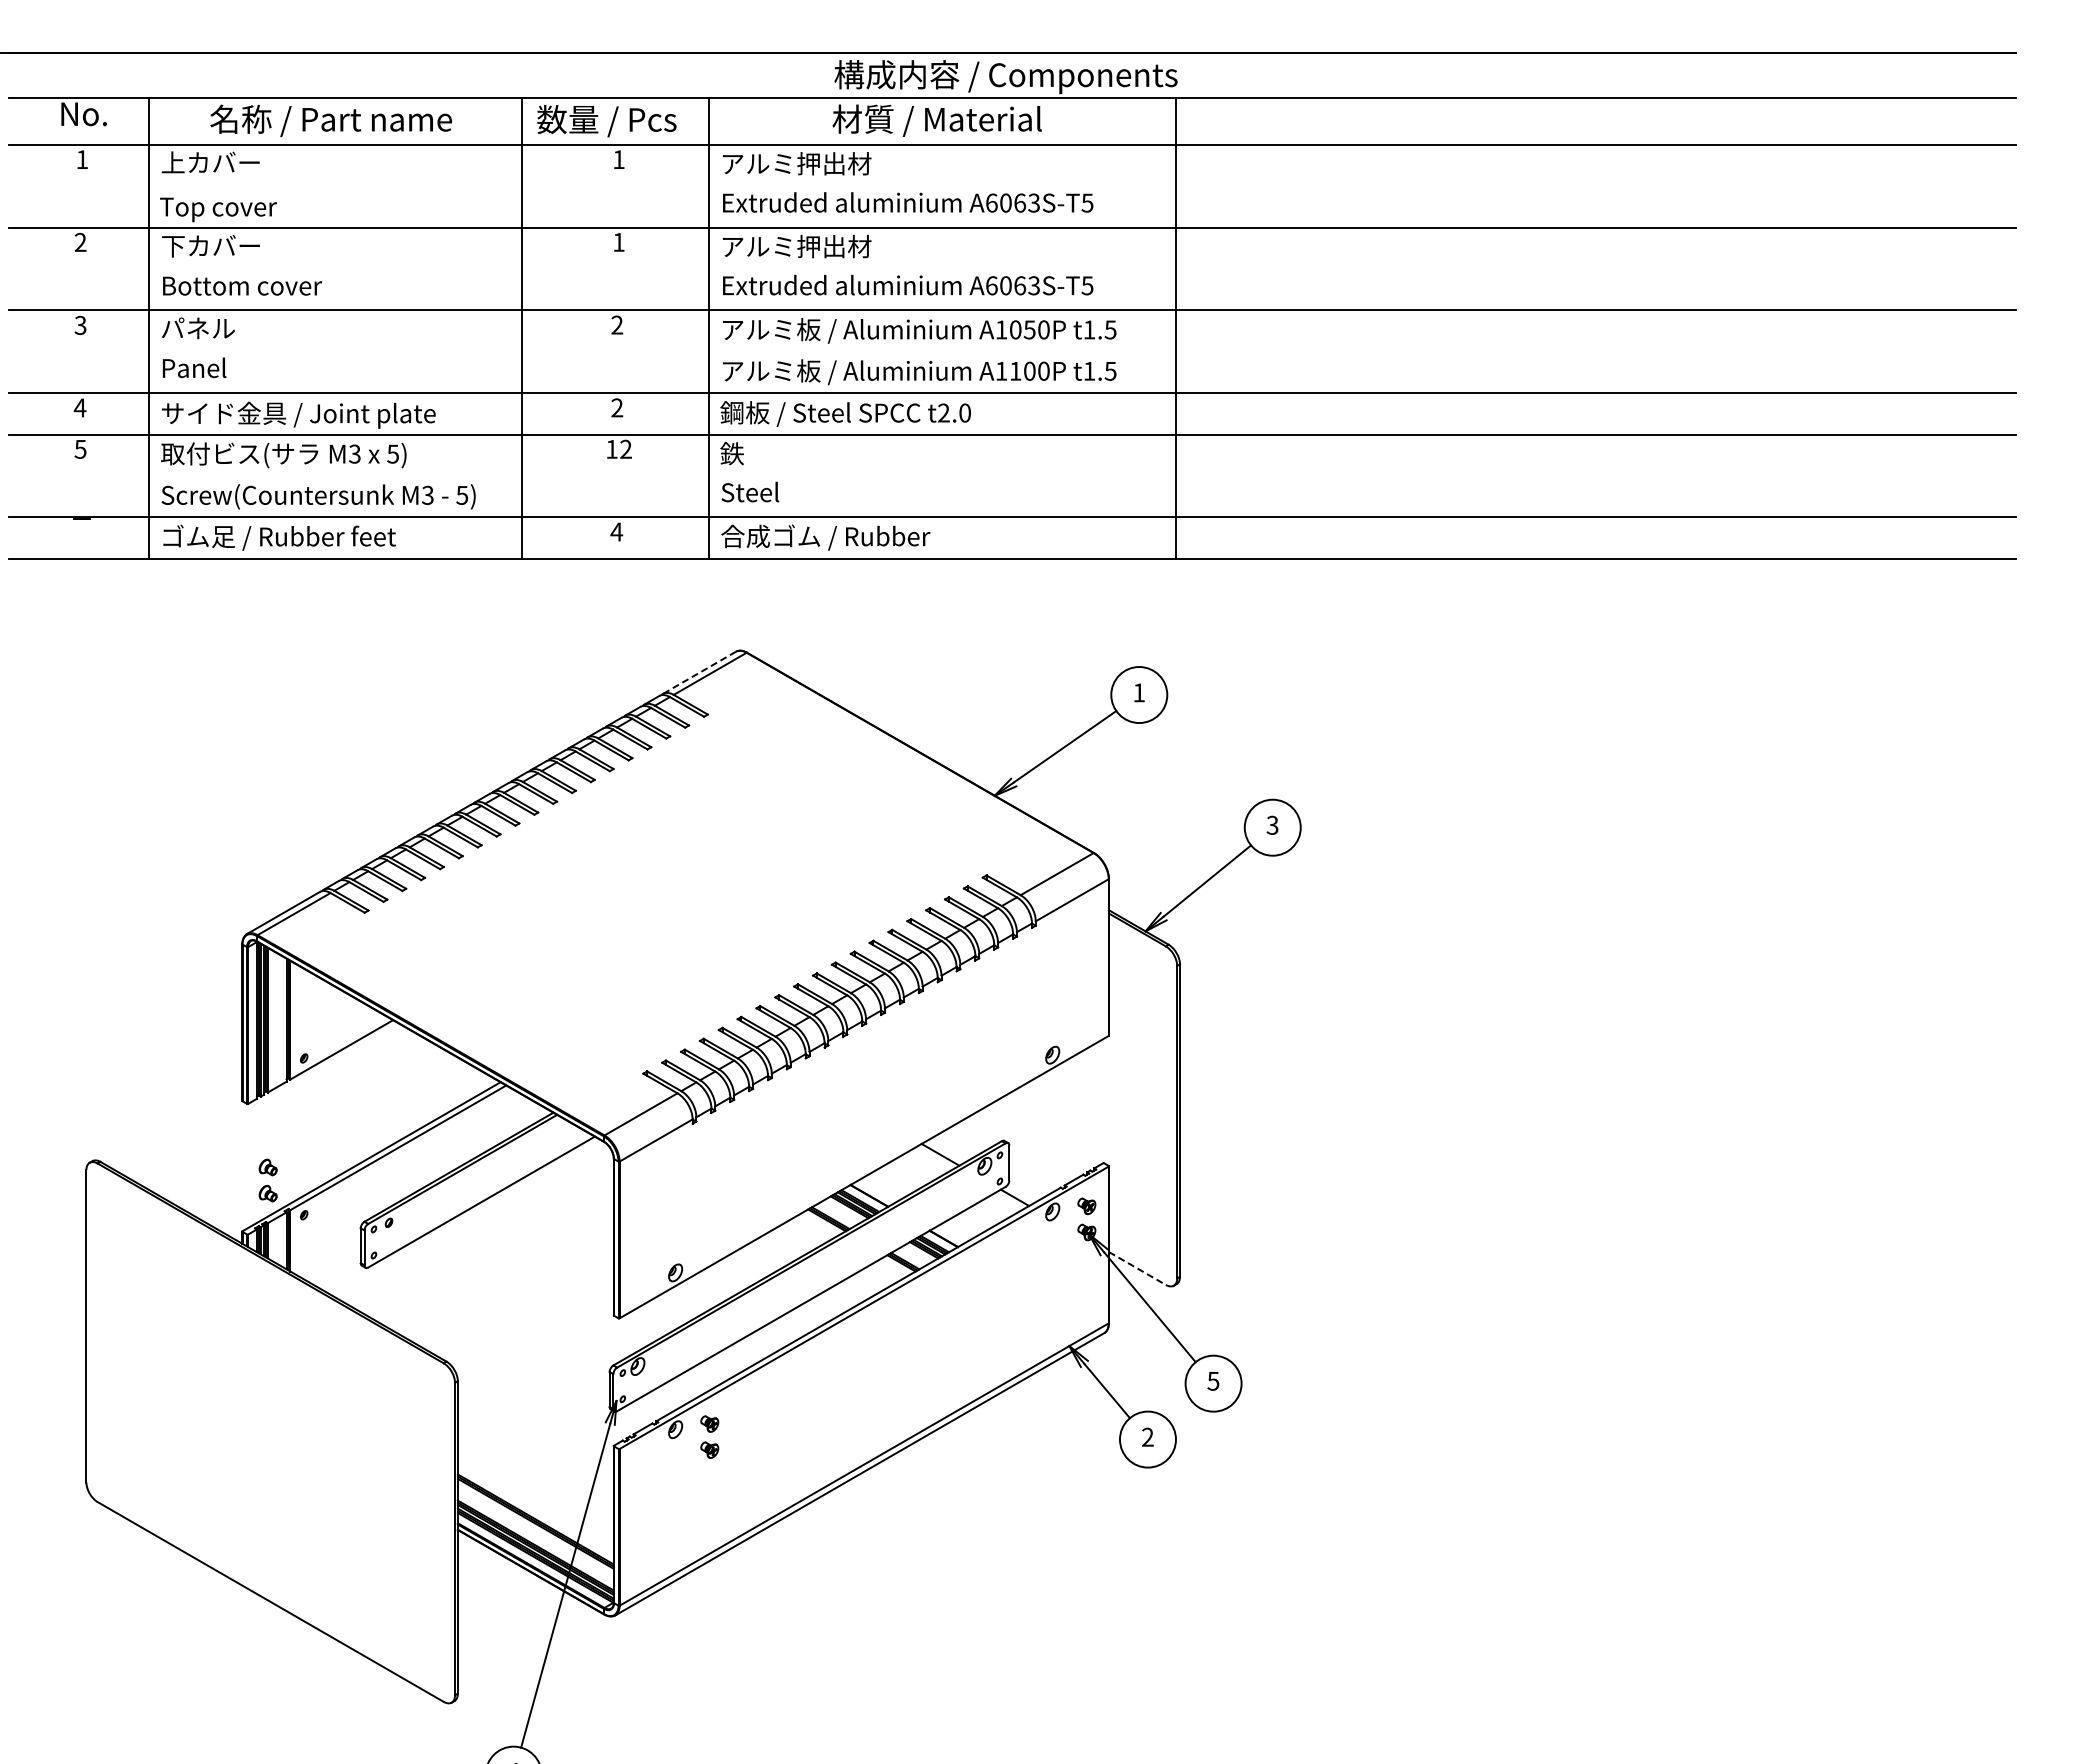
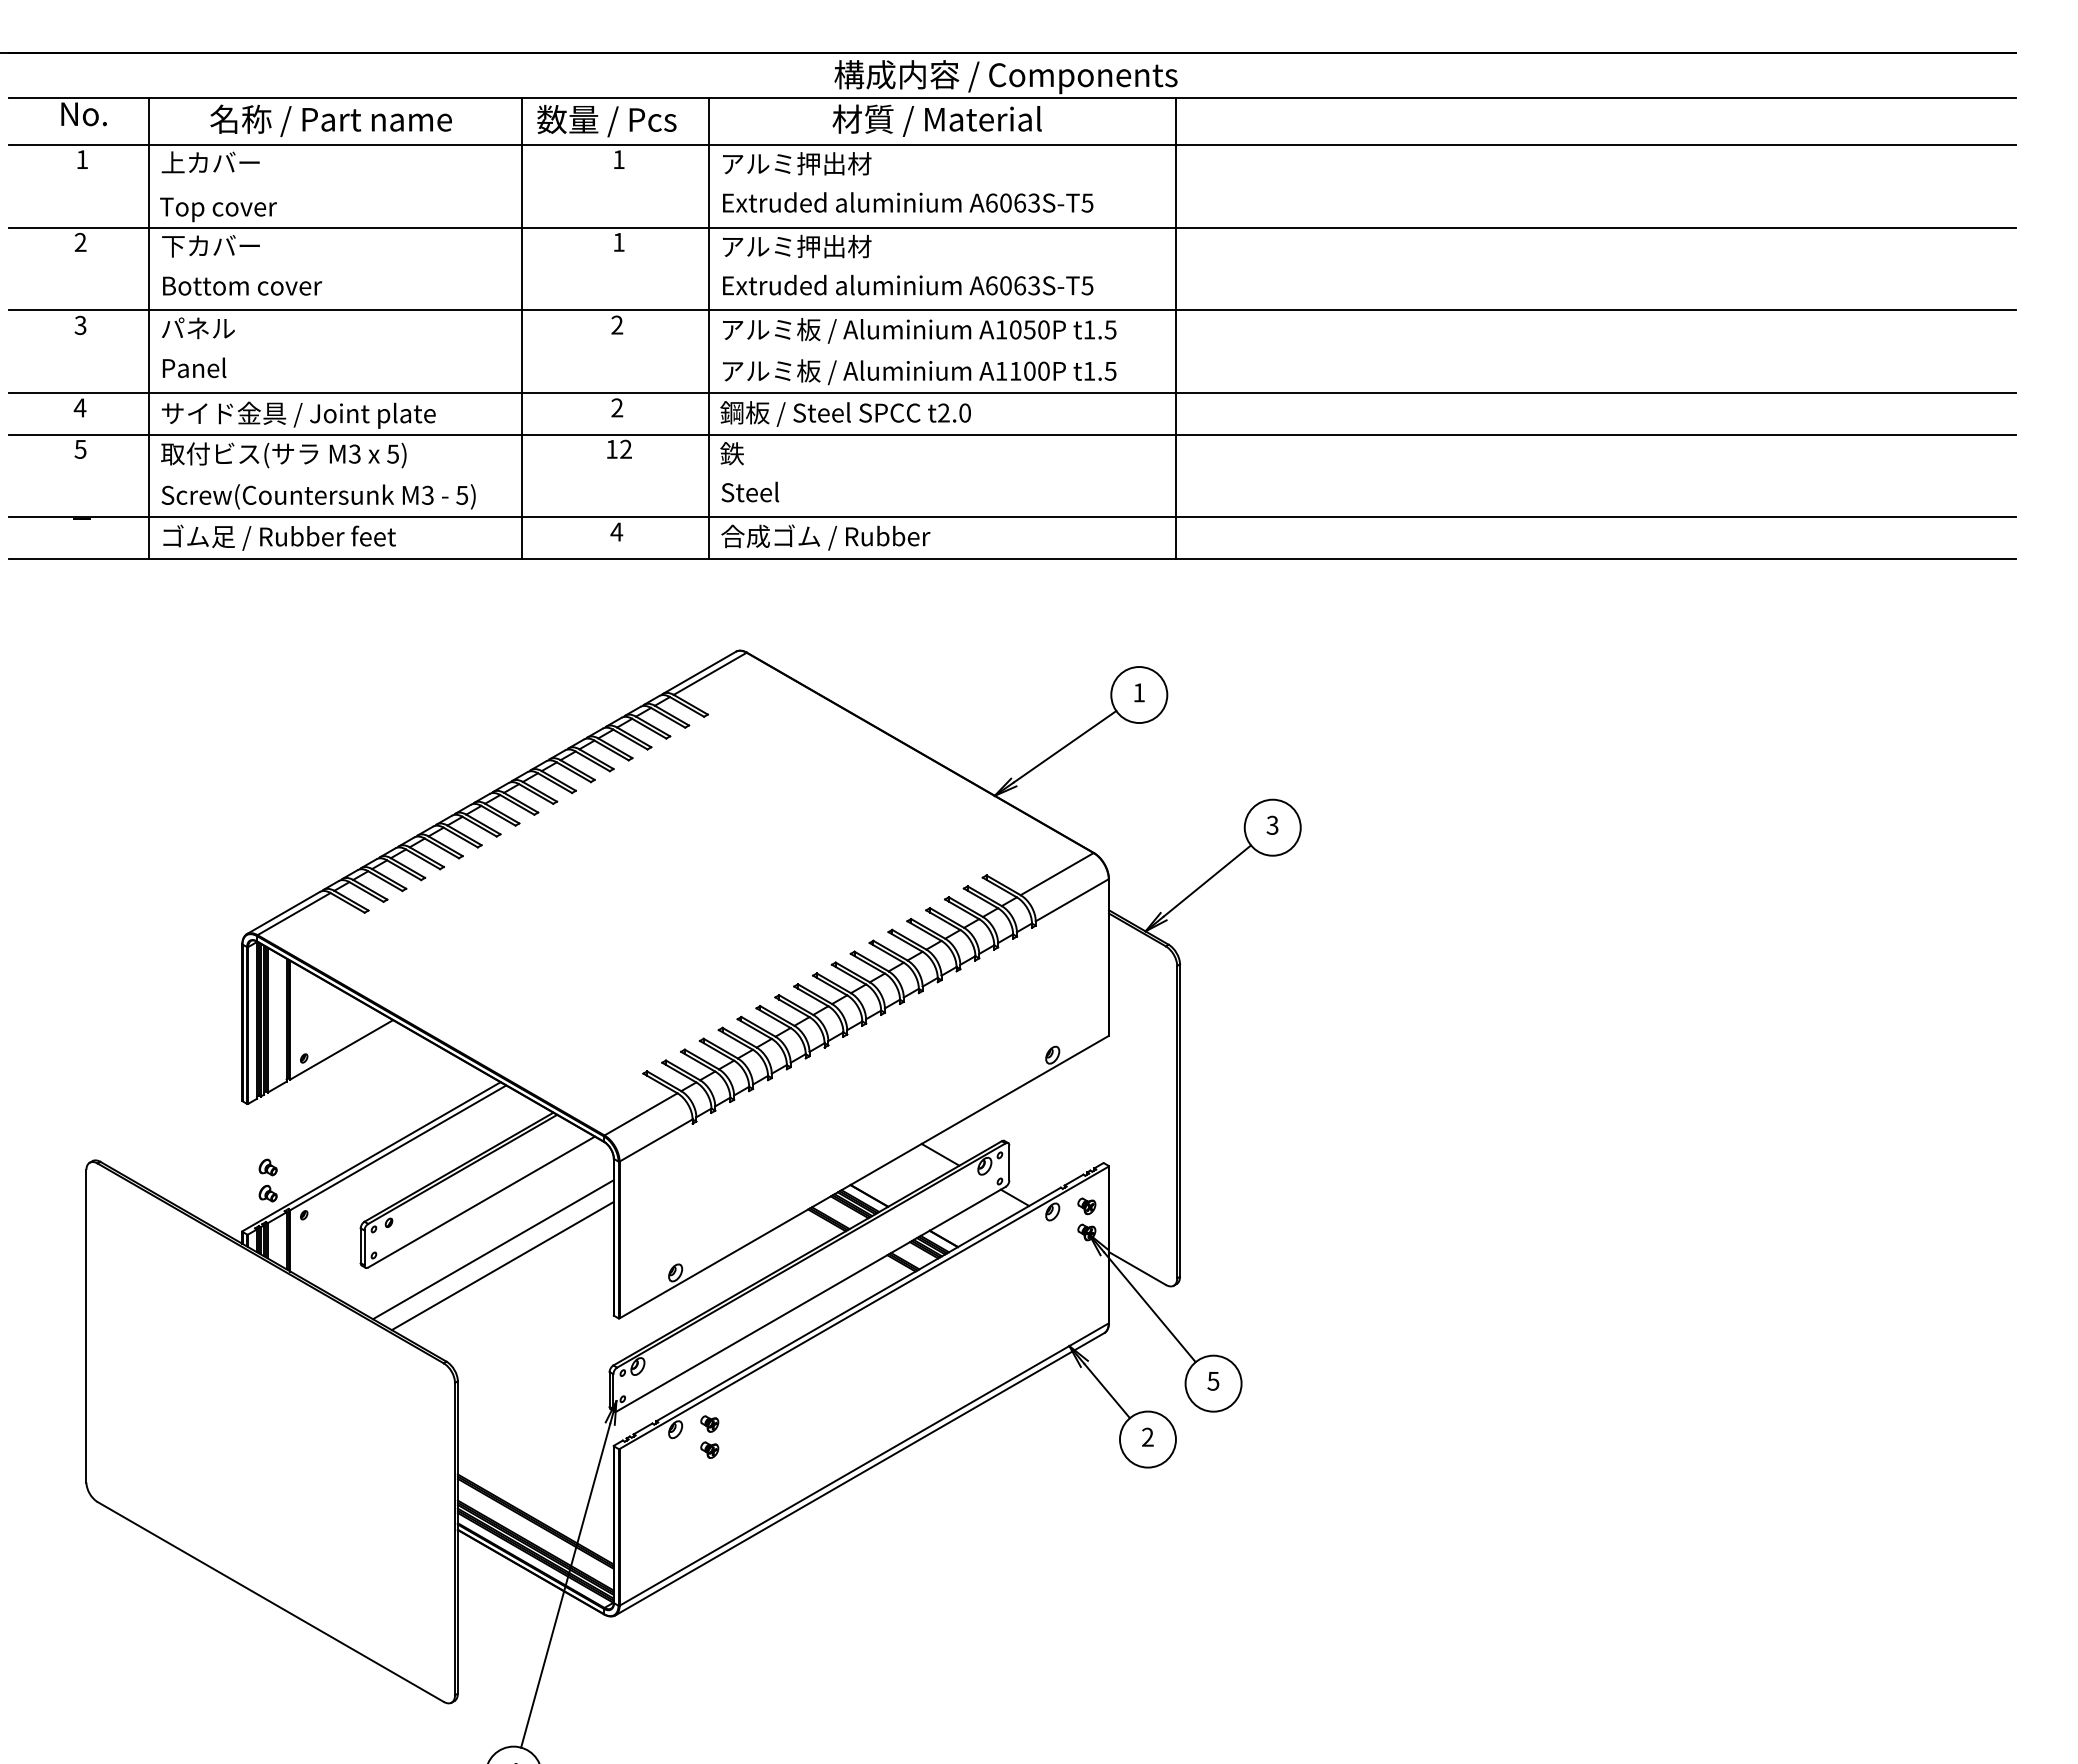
line at (699, 673): dashed -> solid
line at (493, 1249): none -> present
line at (502, 1266): none -> present
line at (1137, 1268): dashed -> solid
